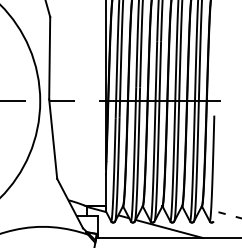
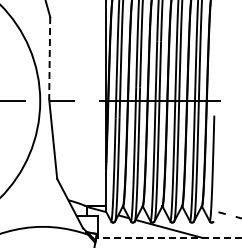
line at (49, 58): solid -> dashed
line at (169, 238): solid -> dashed
